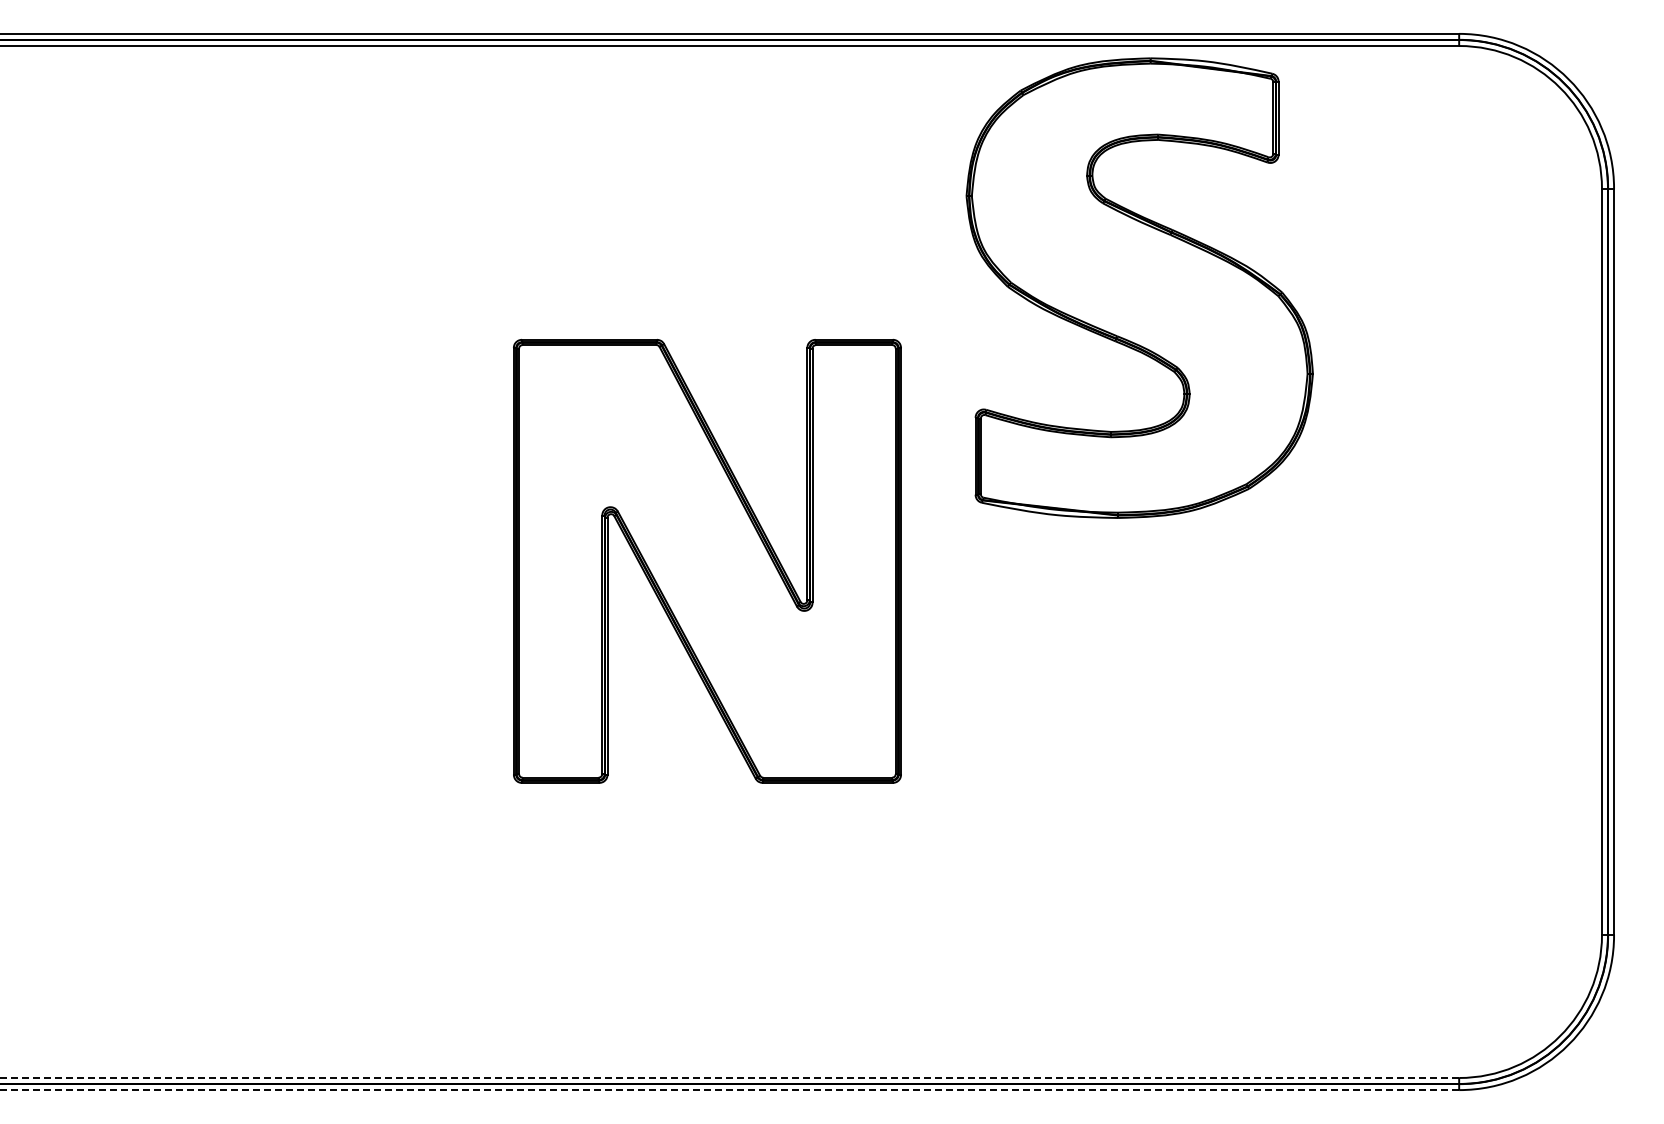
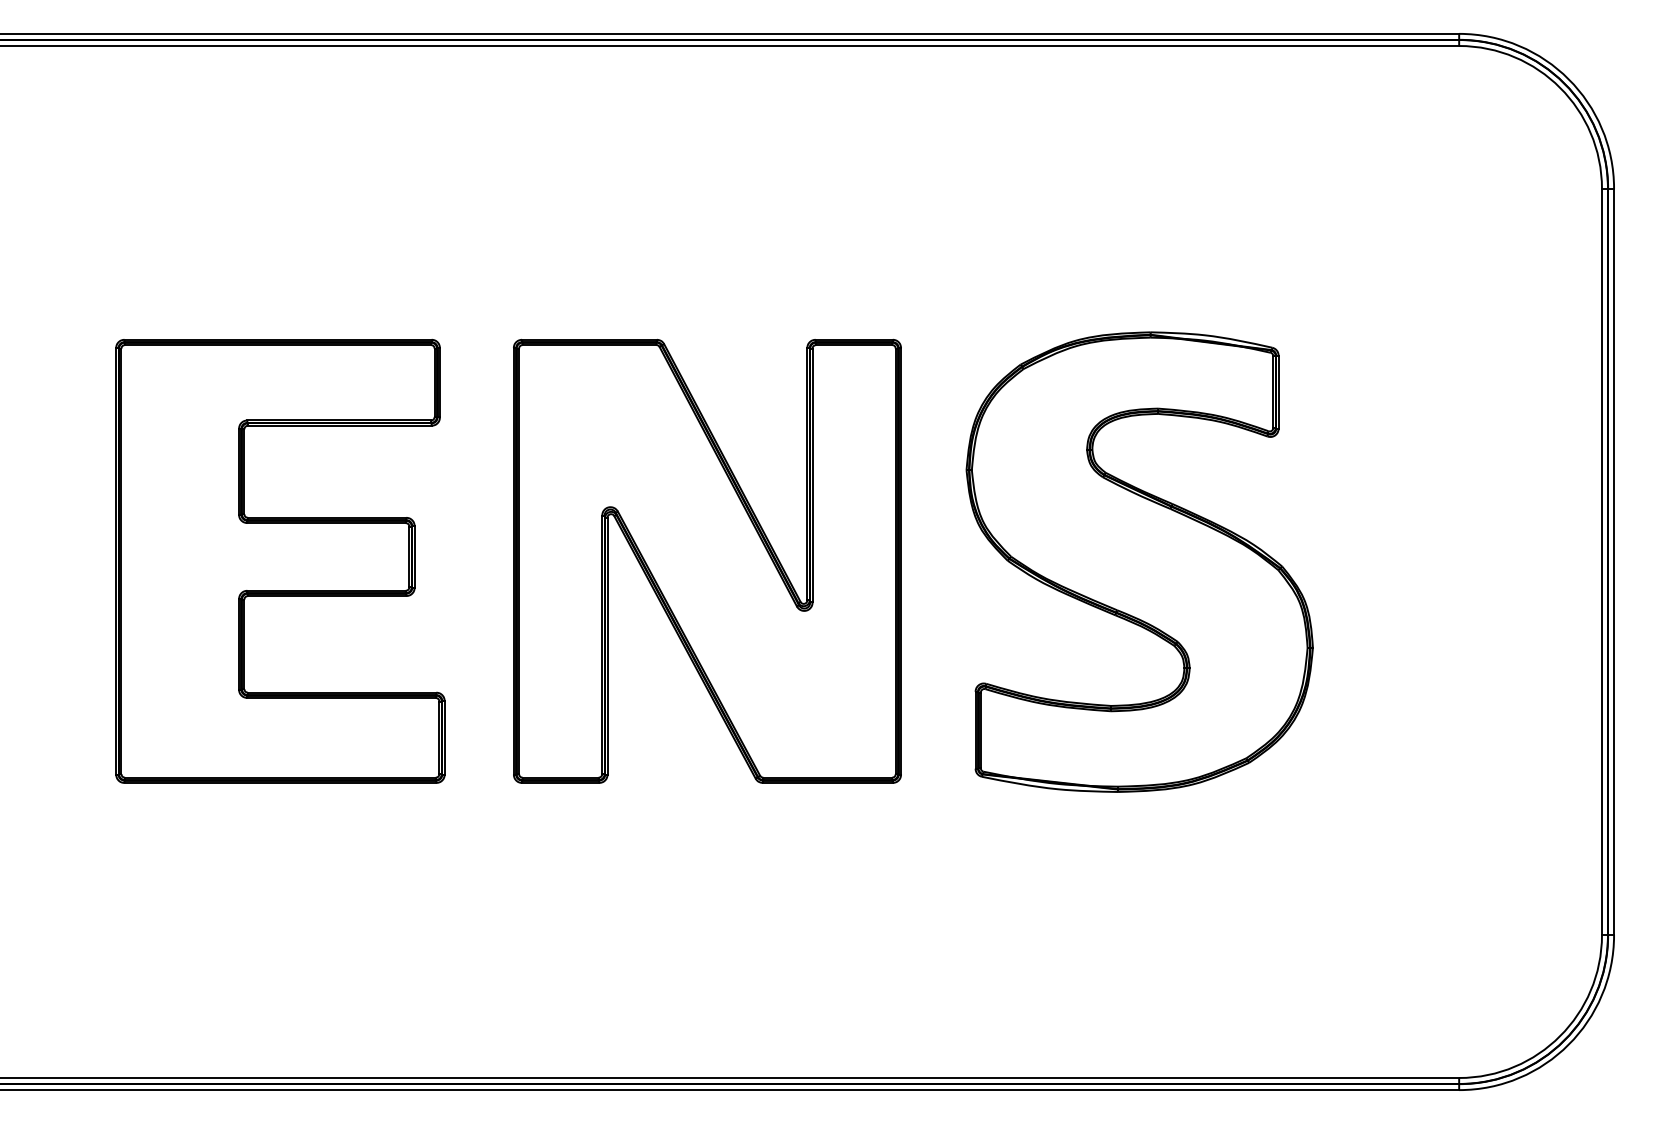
part at (1139, 287) position: (1139, 287) -> (1139, 561)
part at (280, 561): none -> present
line at (729, 1077): dashed -> solid
line at (729, 1090): dashed -> solid
